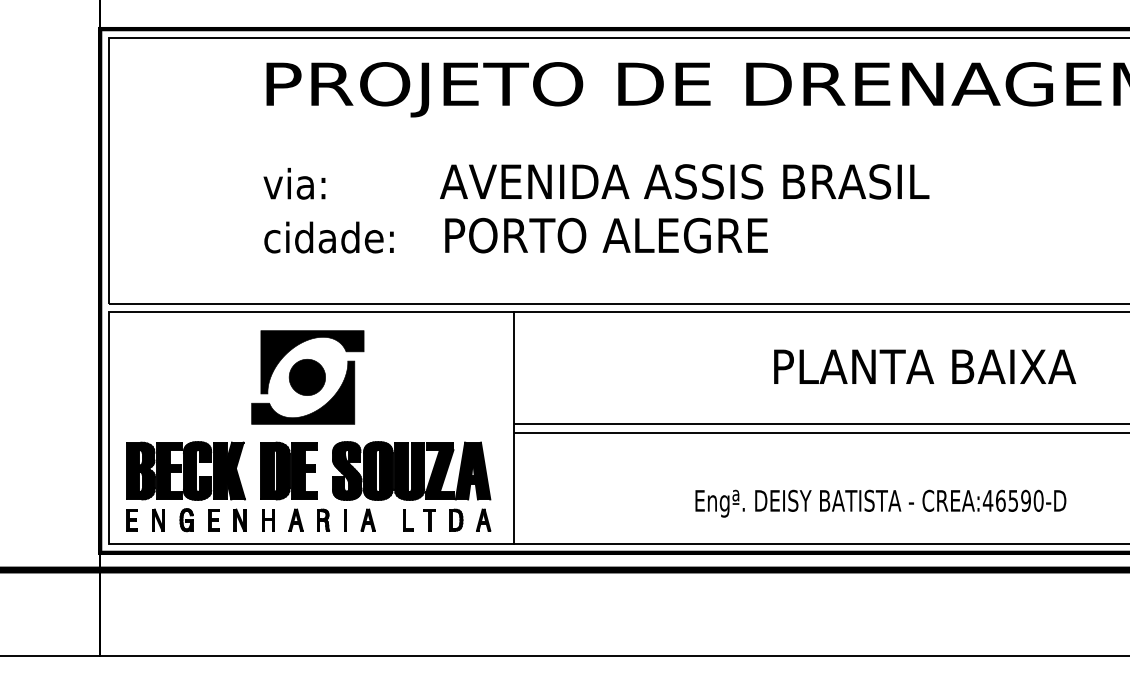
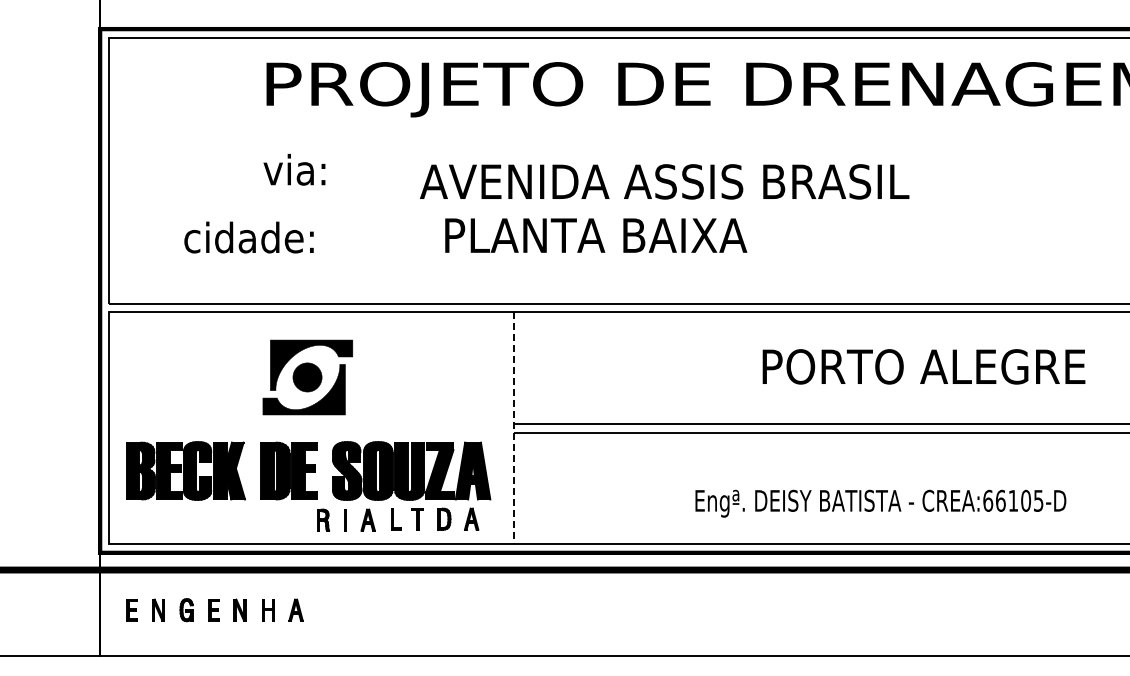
text at (684, 181) position: (684, 181) -> (664, 181)
text at (294, 183) position: (294, 183) -> (294, 169)
text at (618, 235): PORTO ALEGRE -> PLANTA BAIXA
text at (328, 237) position: (328, 237) -> (248, 237)
text at (923, 366): PLANTA BAIXA -> PORTO ALEGRE
part at (307, 377) size: 114x95 px -> 91x77 px
line at (514, 428): solid -> dashed
text at (1012, 500): CREA:46590-D -> CREA:66105-D
part at (447, 519) position: (447, 519) -> (435, 518)
part at (214, 520) position: (214, 520) -> (214, 610)
